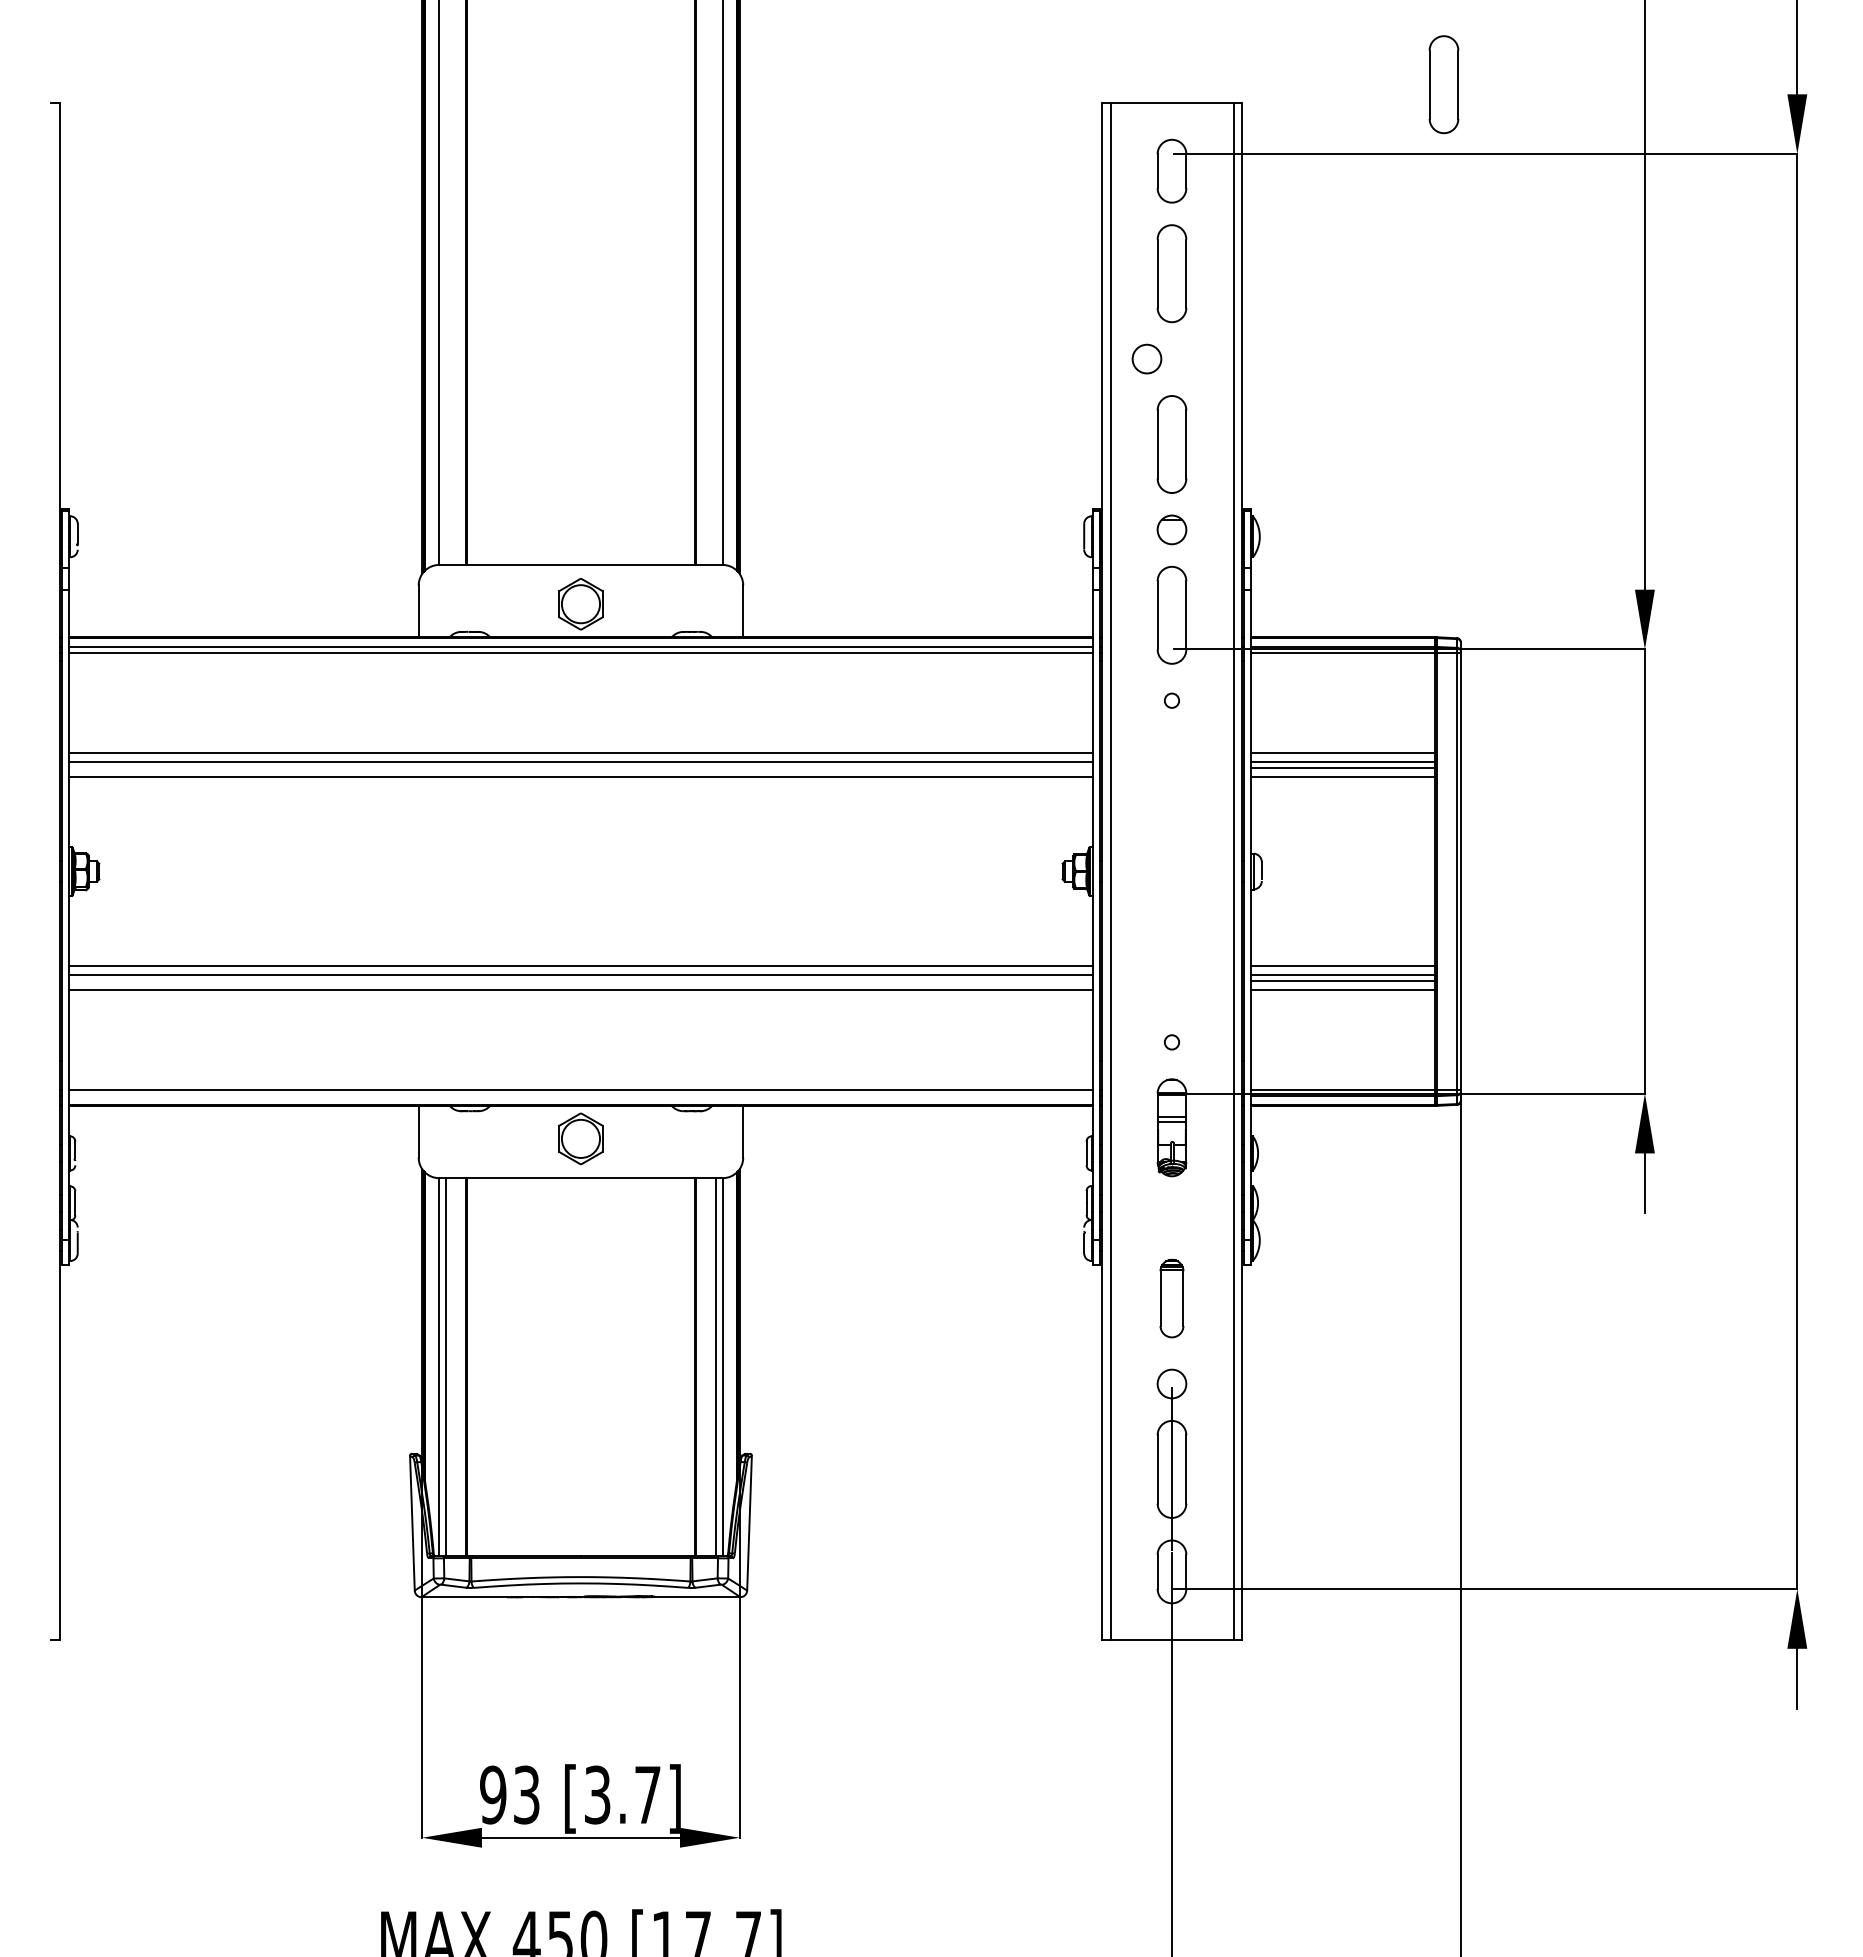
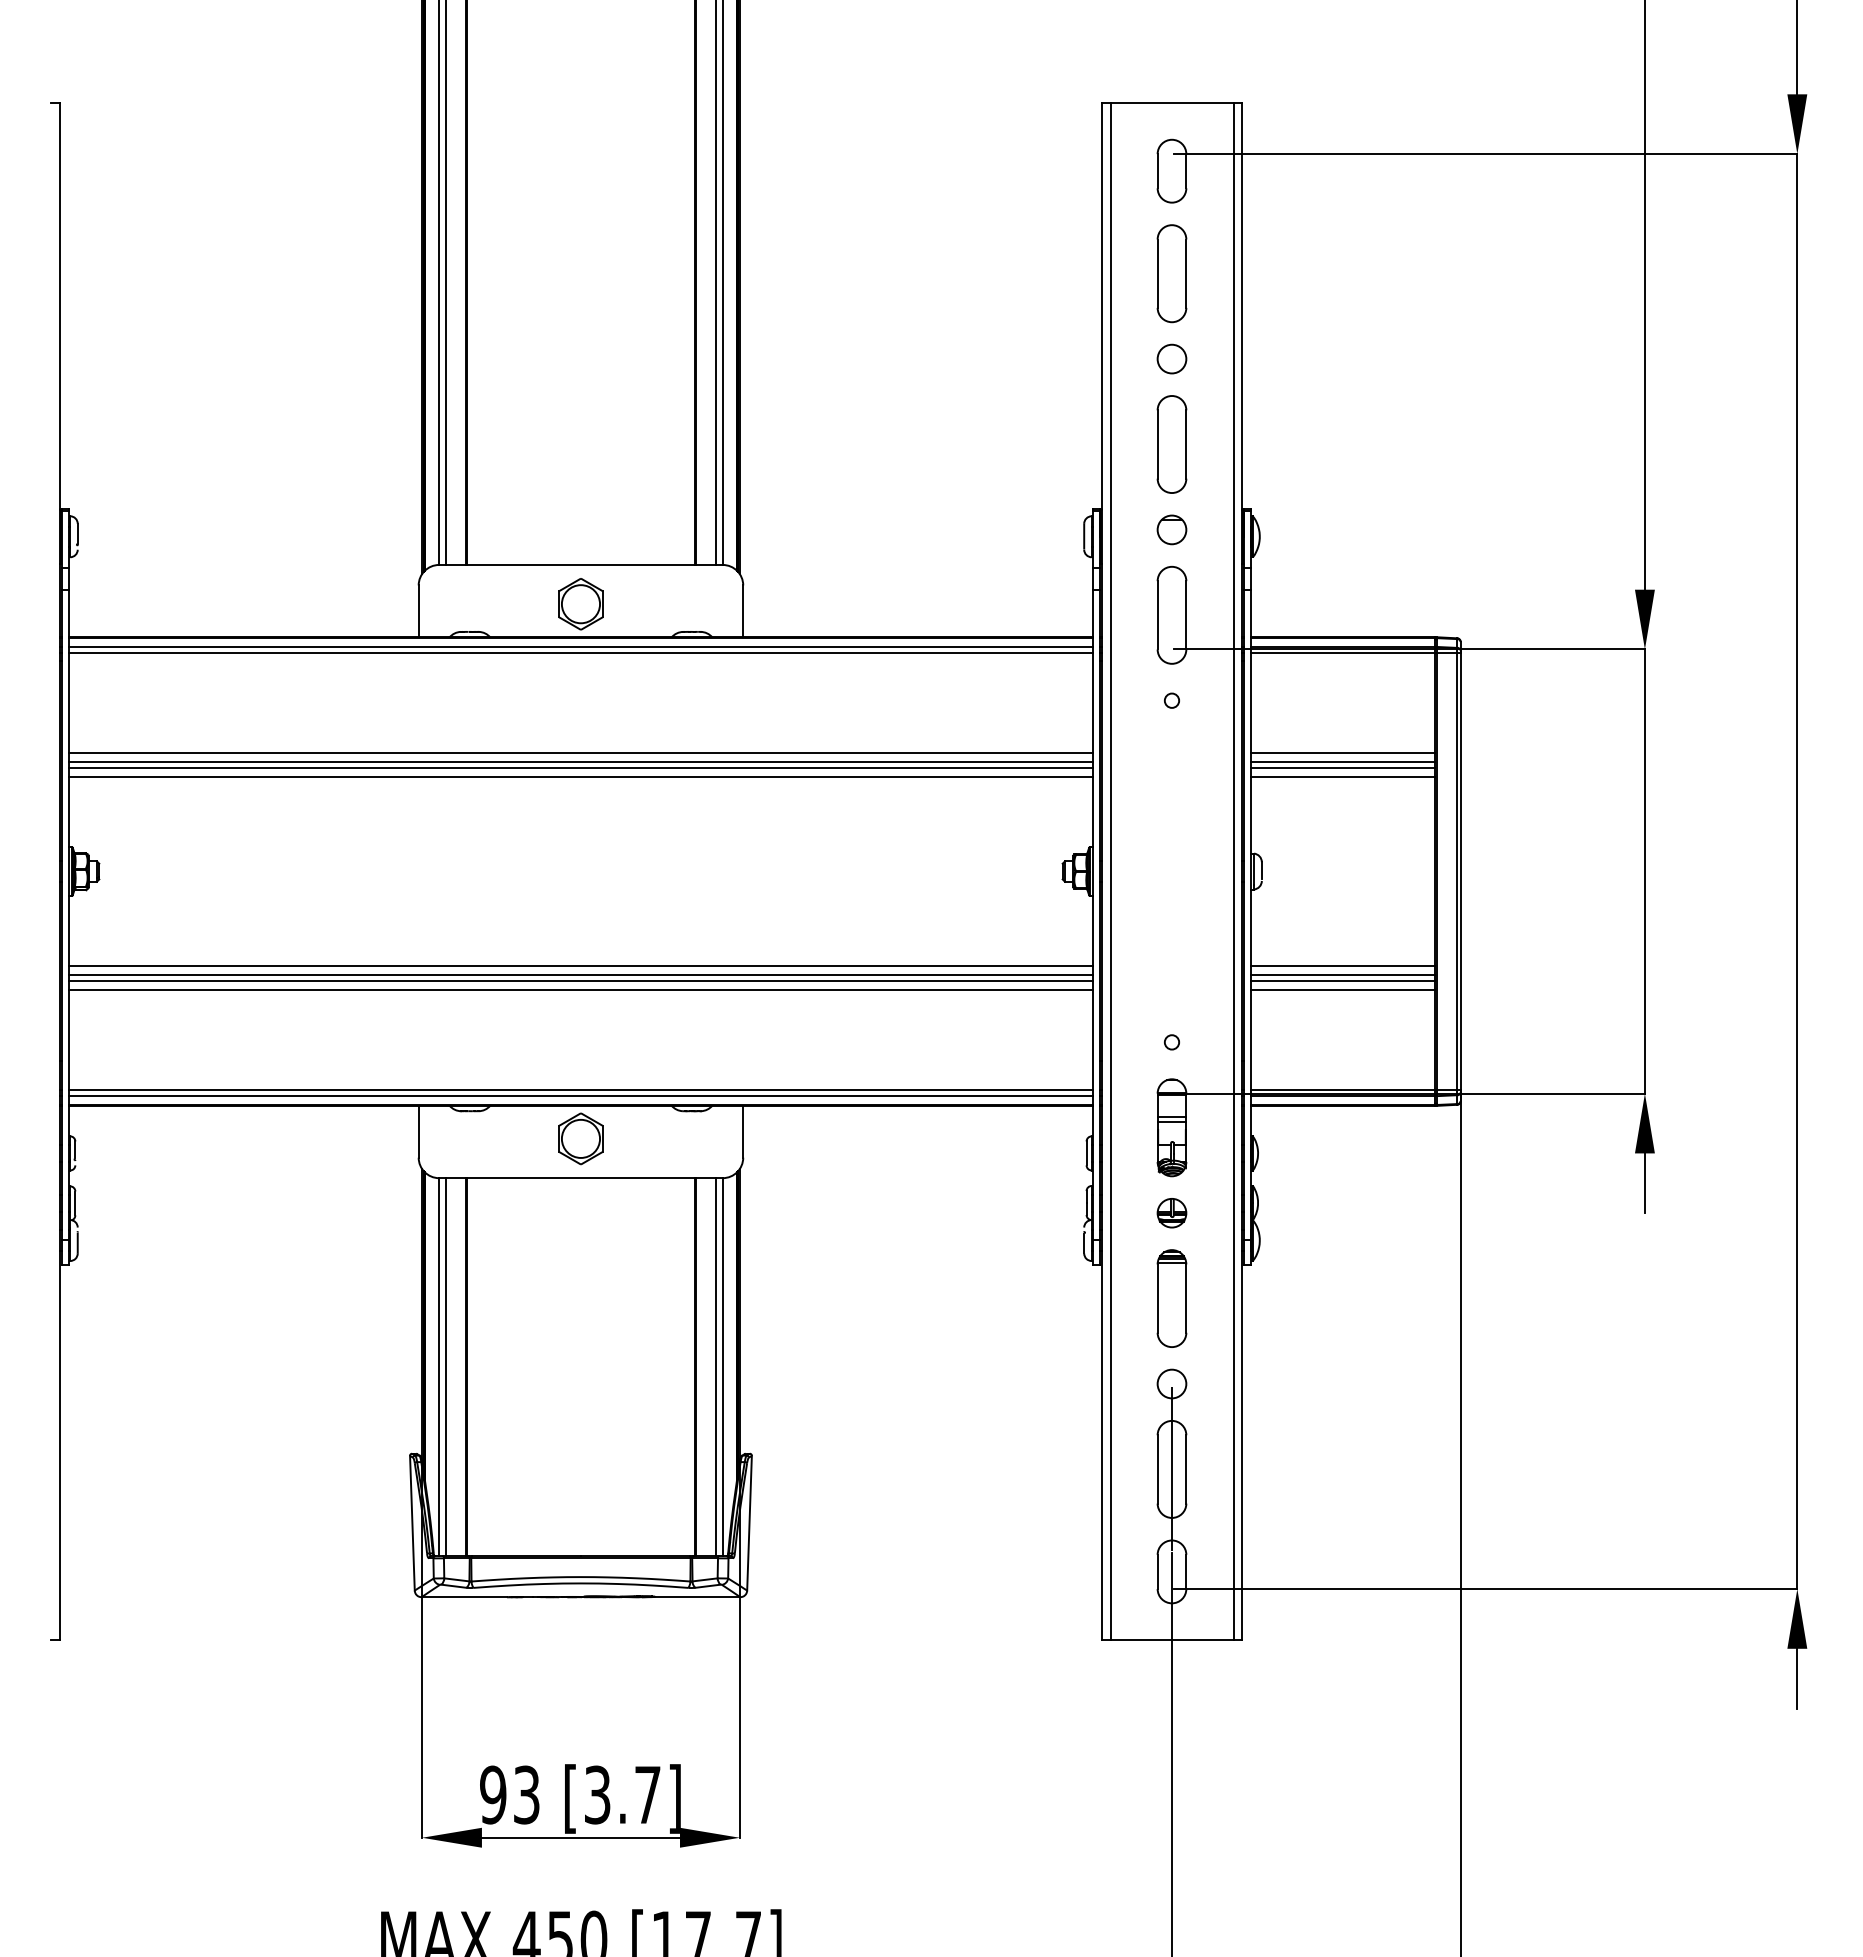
part at (1443, 84): present -> none
line at (446, 283): none -> present
line at (715, 283): none -> present
circle at (1146, 358) position: (1146, 358) -> (1171, 358)
line at (580, 767): none -> present
line at (580, 981): none -> present
line at (580, 1096): none -> present
part at (1171, 1213): none -> present
part at (1171, 1298) size: 26x81 px -> 32x99 px
